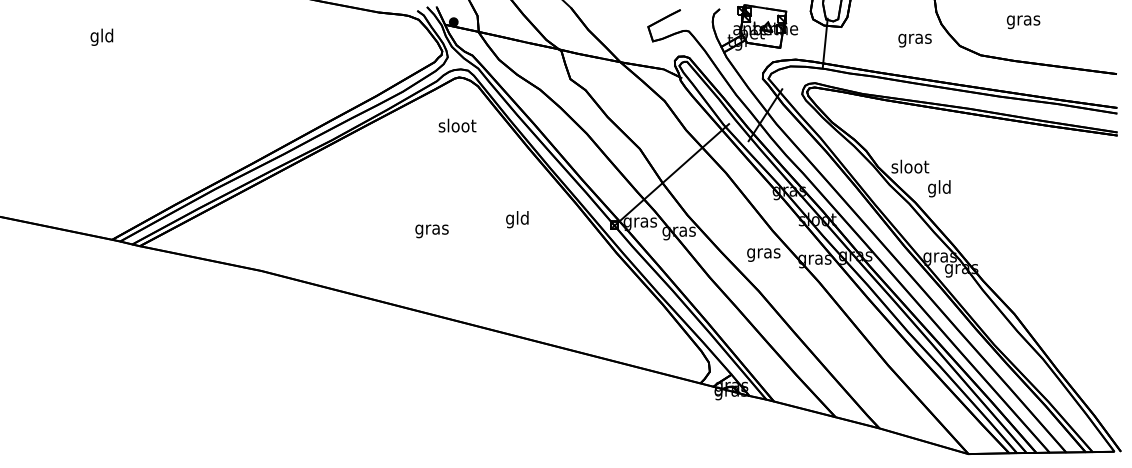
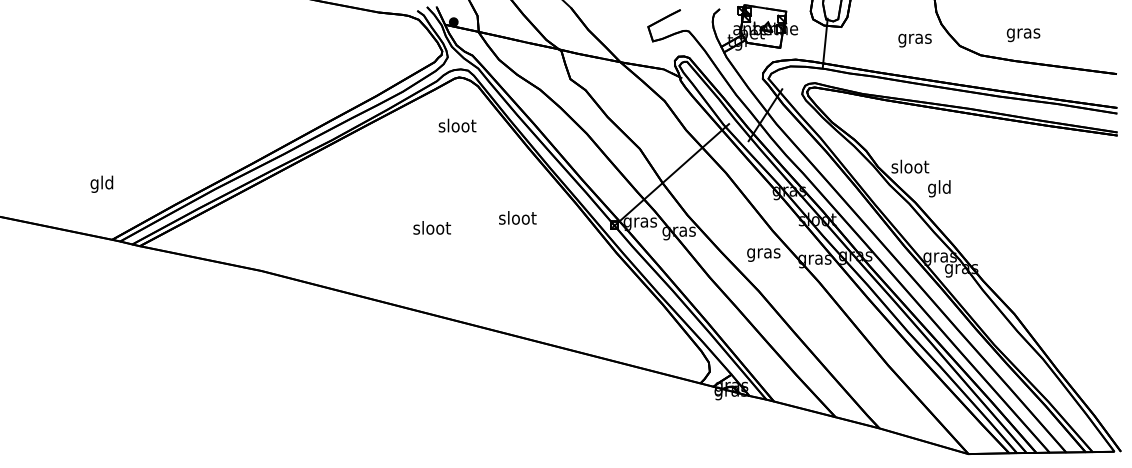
text at (1023, 22) position: (1023, 22) -> (1023, 35)
text at (101, 36) position: (101, 36) -> (101, 183)
text at (517, 219): gld -> sloot
text at (432, 229): gras -> sloot
